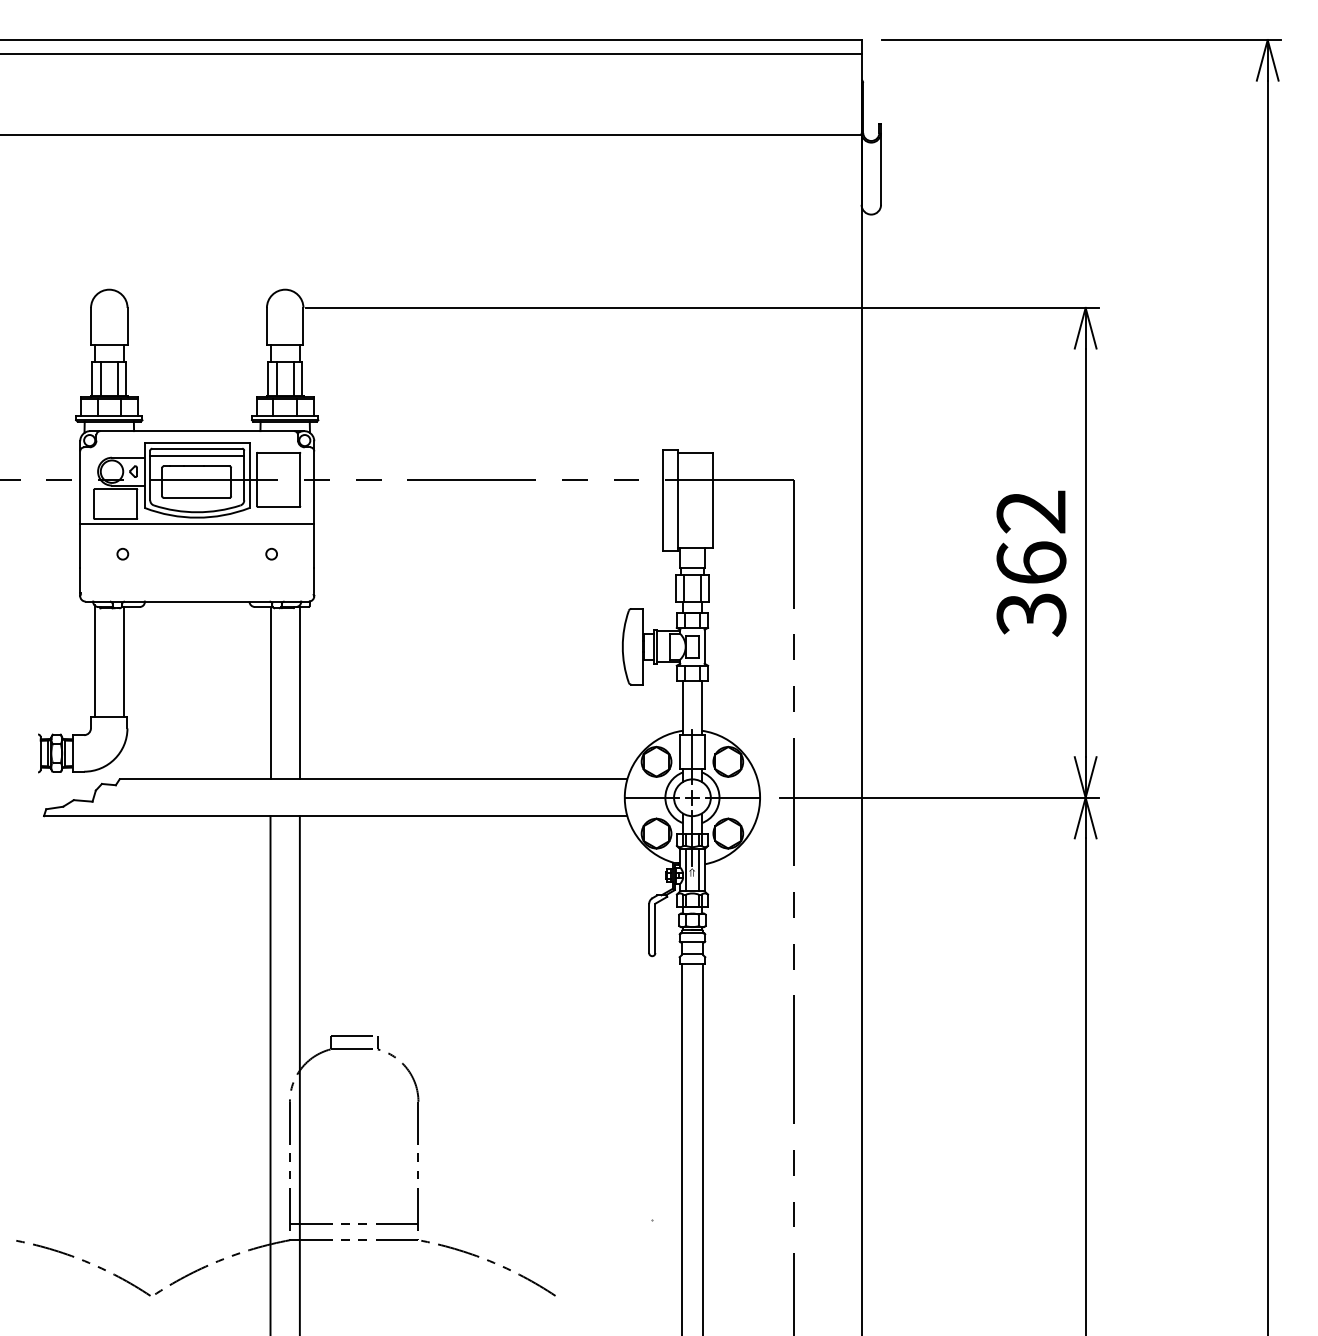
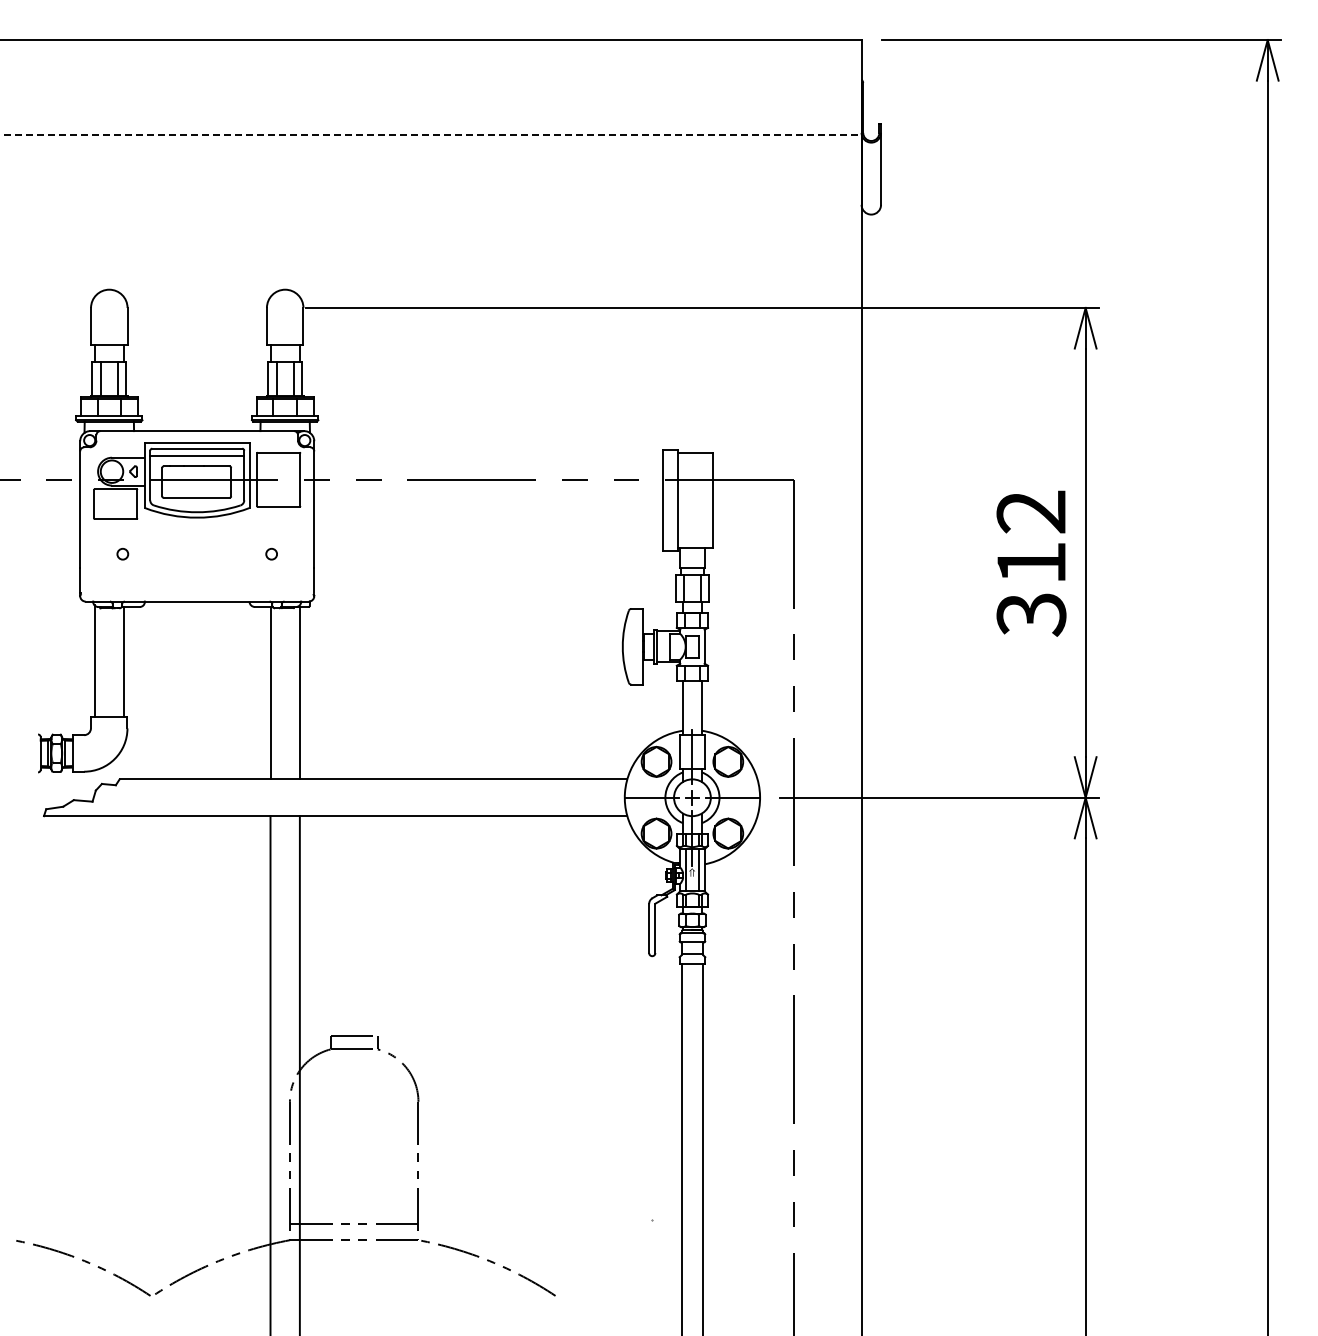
line at (431, 53): present -> none
line at (430, 134): solid -> dashed
line at (197, 523): present -> none
text at (1031, 562): 362 -> 312
